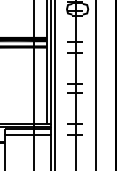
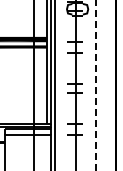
line at (95, 84): solid -> dashed
